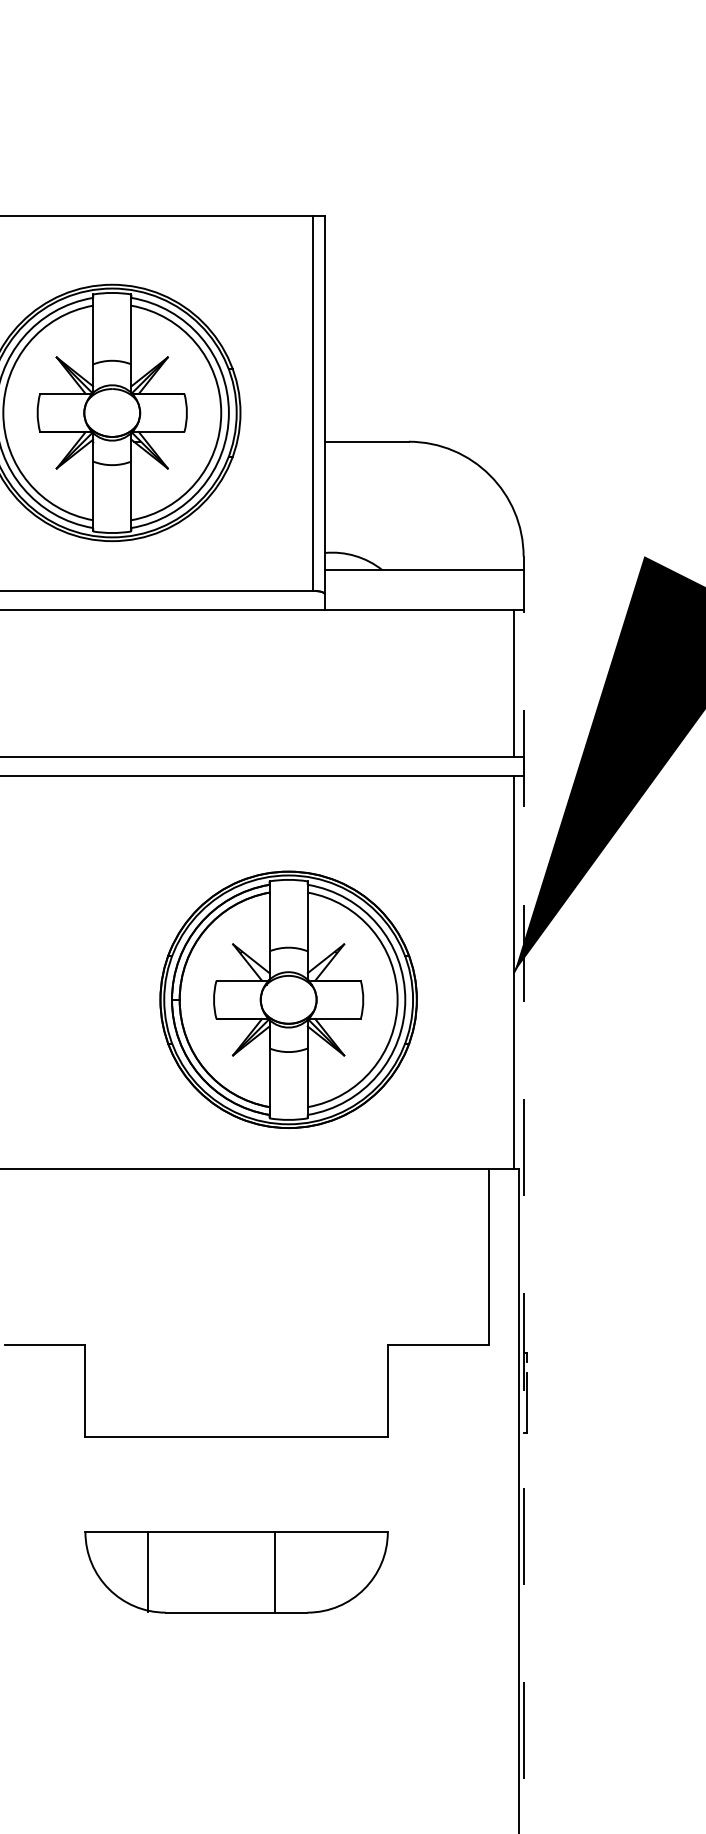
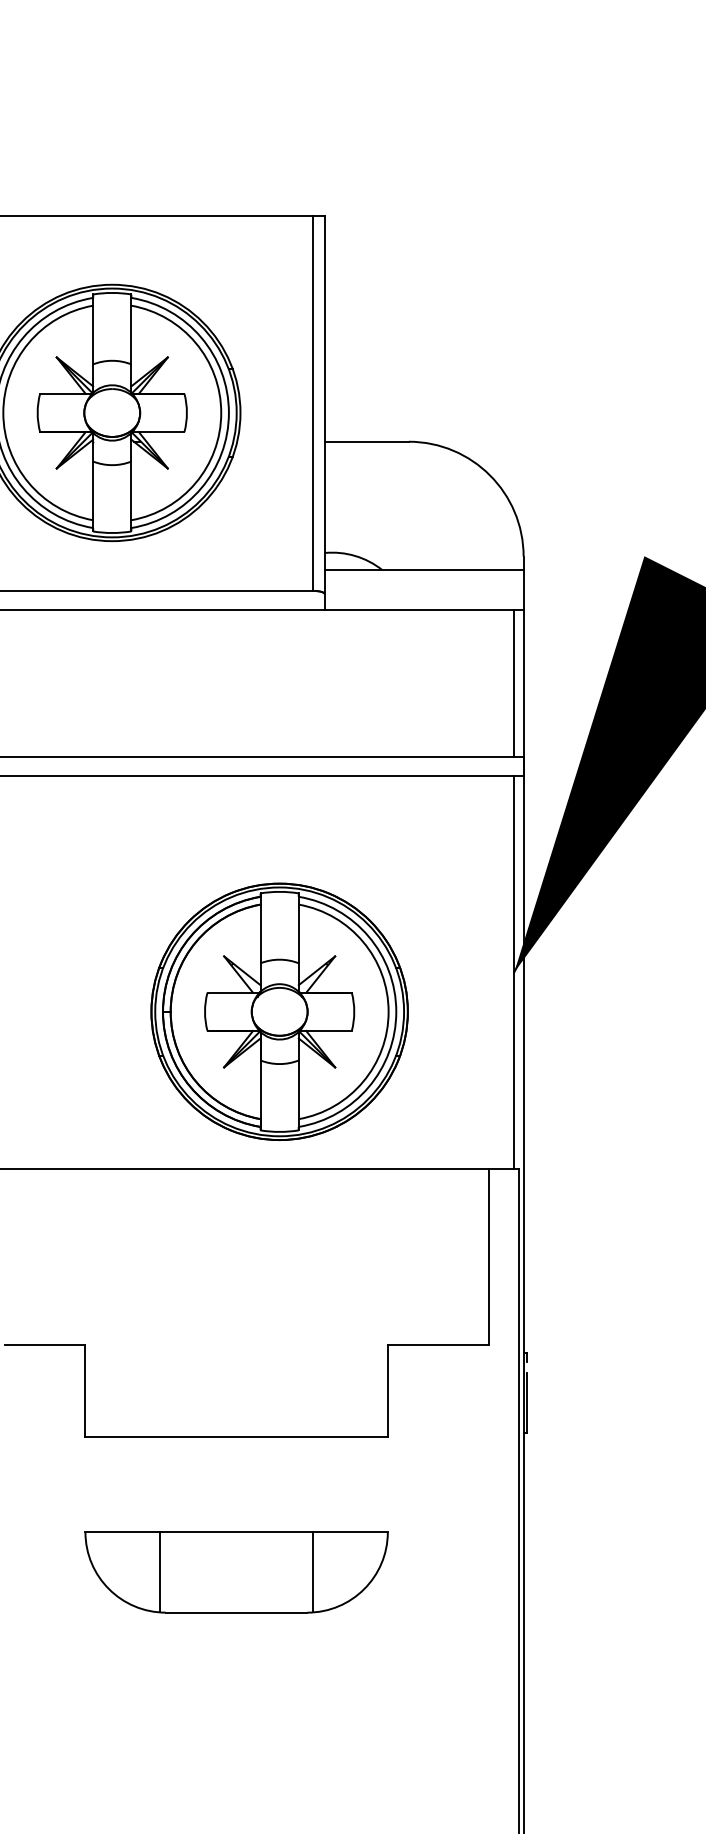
part at (288, 999) position: (288, 999) -> (279, 1011)
line at (523, 1221): dashed -> solid
line at (148, 1572) position: (148, 1572) -> (160, 1572)
line at (275, 1572) position: (275, 1572) -> (313, 1572)
